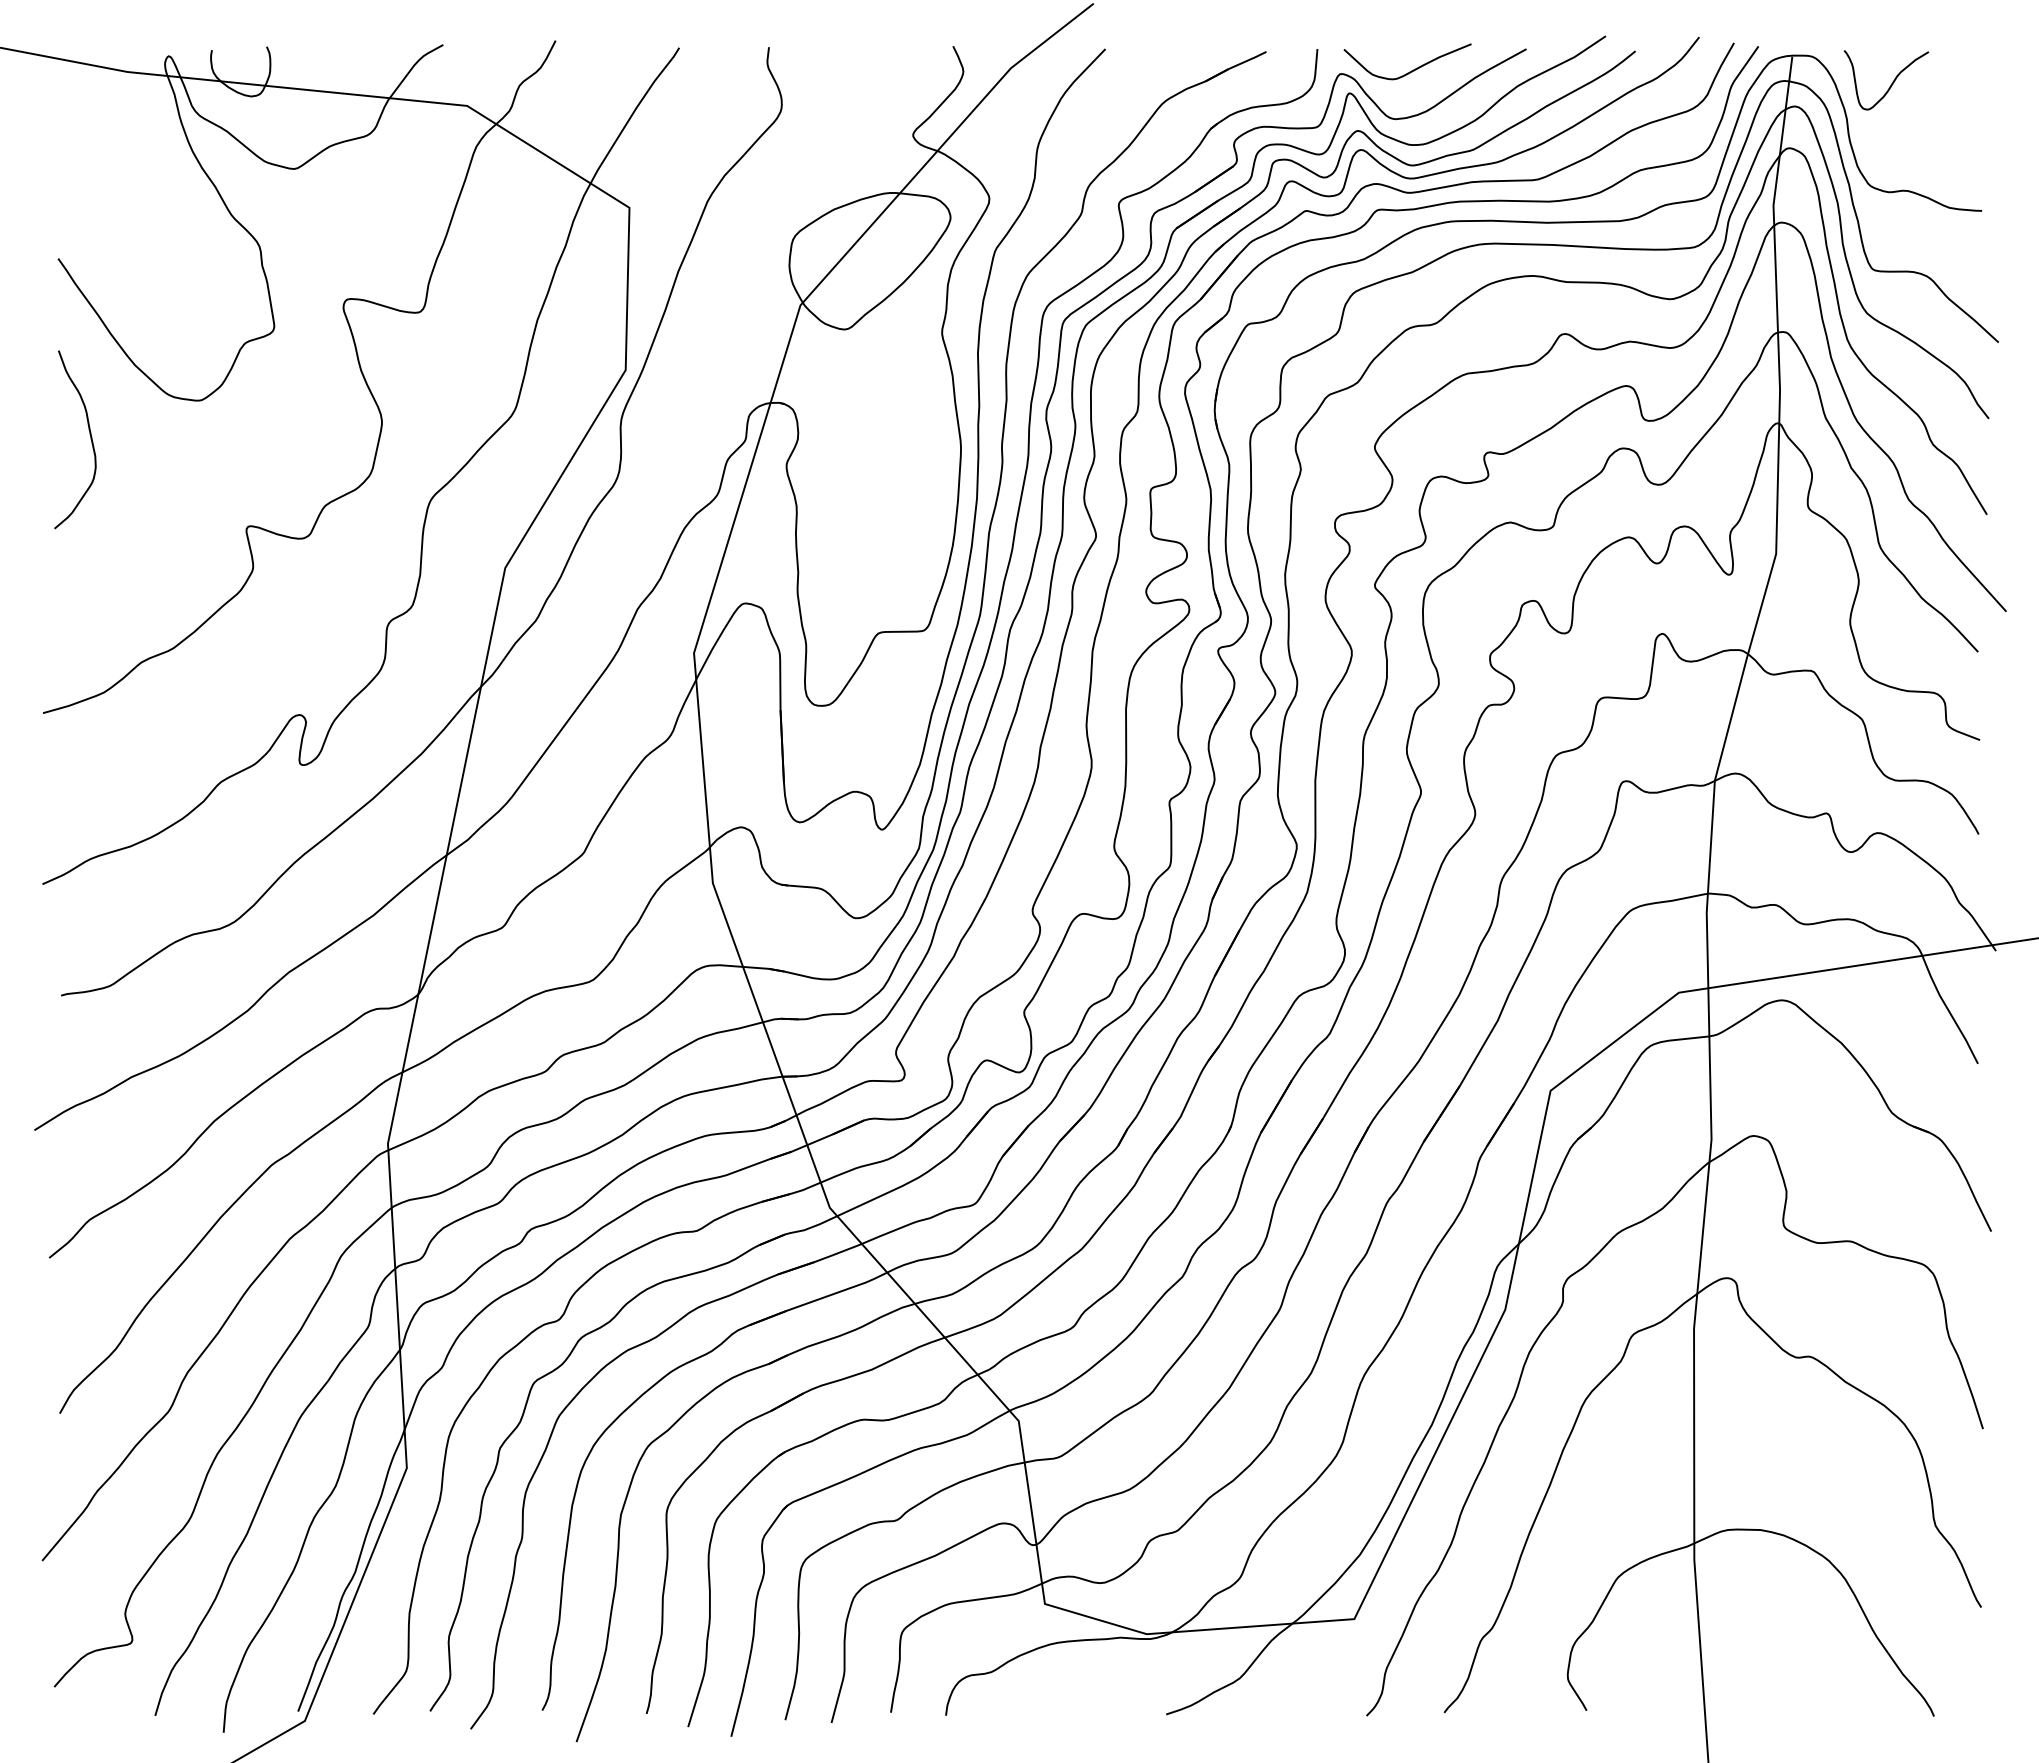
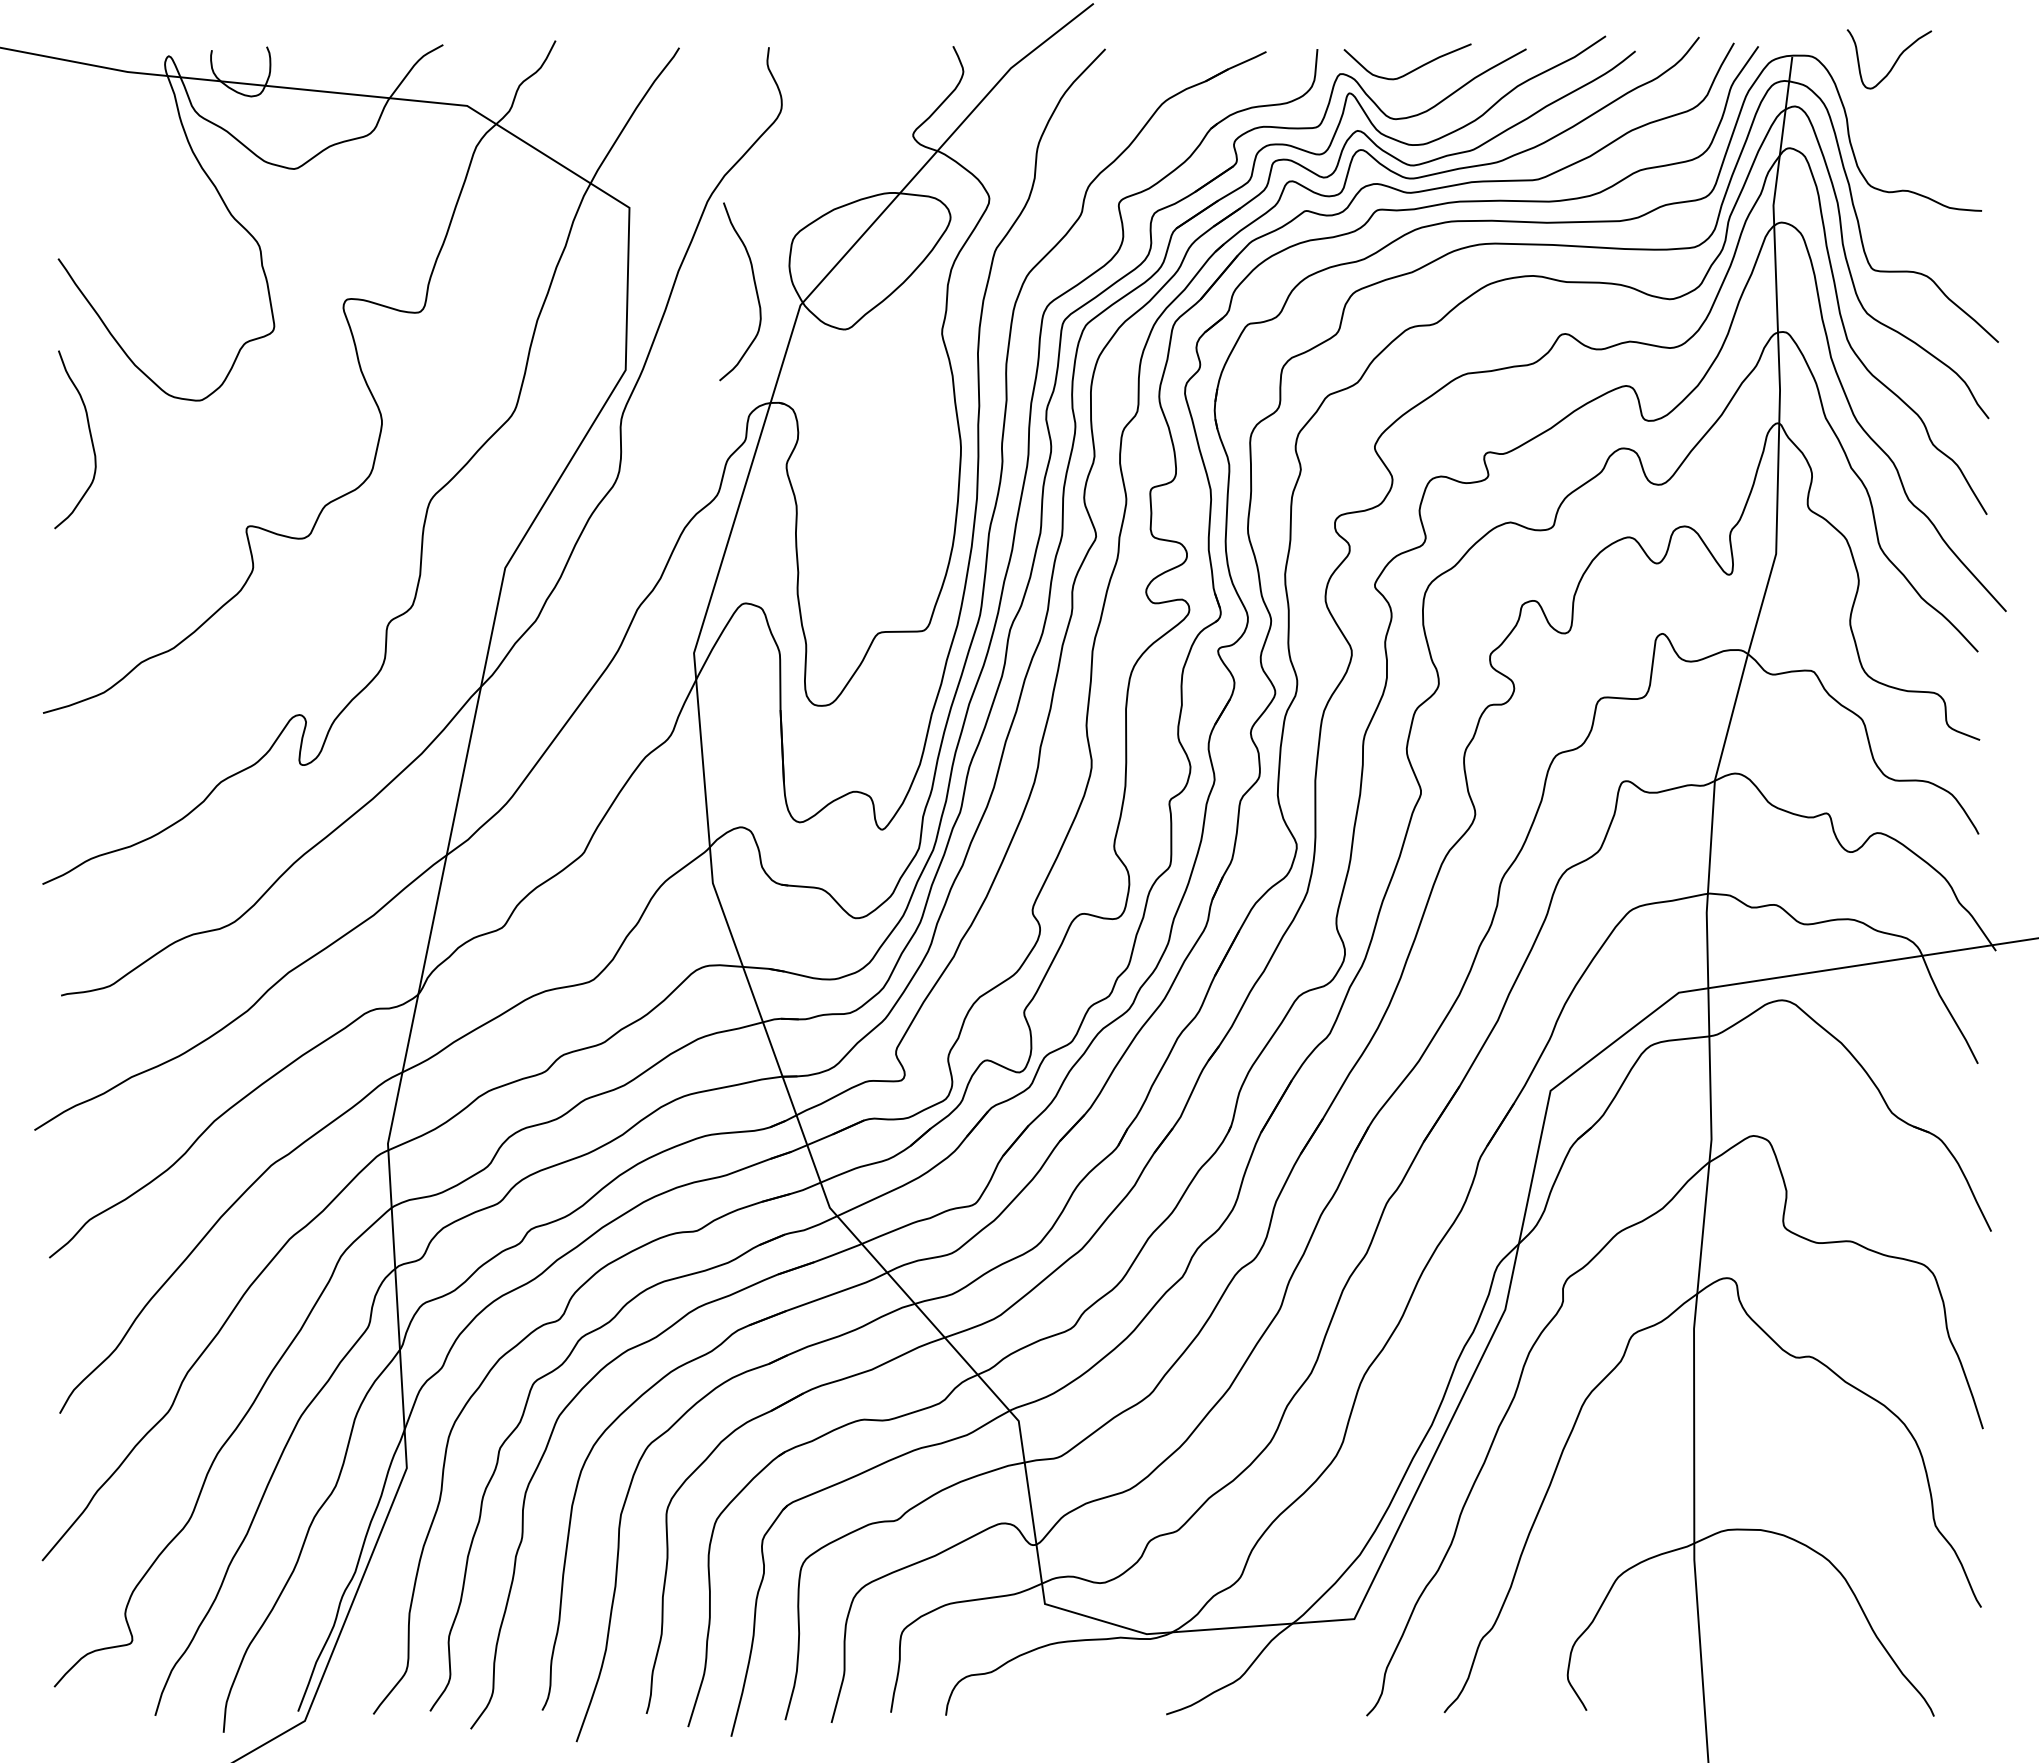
curve at (1891, 83) position: (1891, 83) -> (1894, 62)
curve at (754, 286): none -> present
